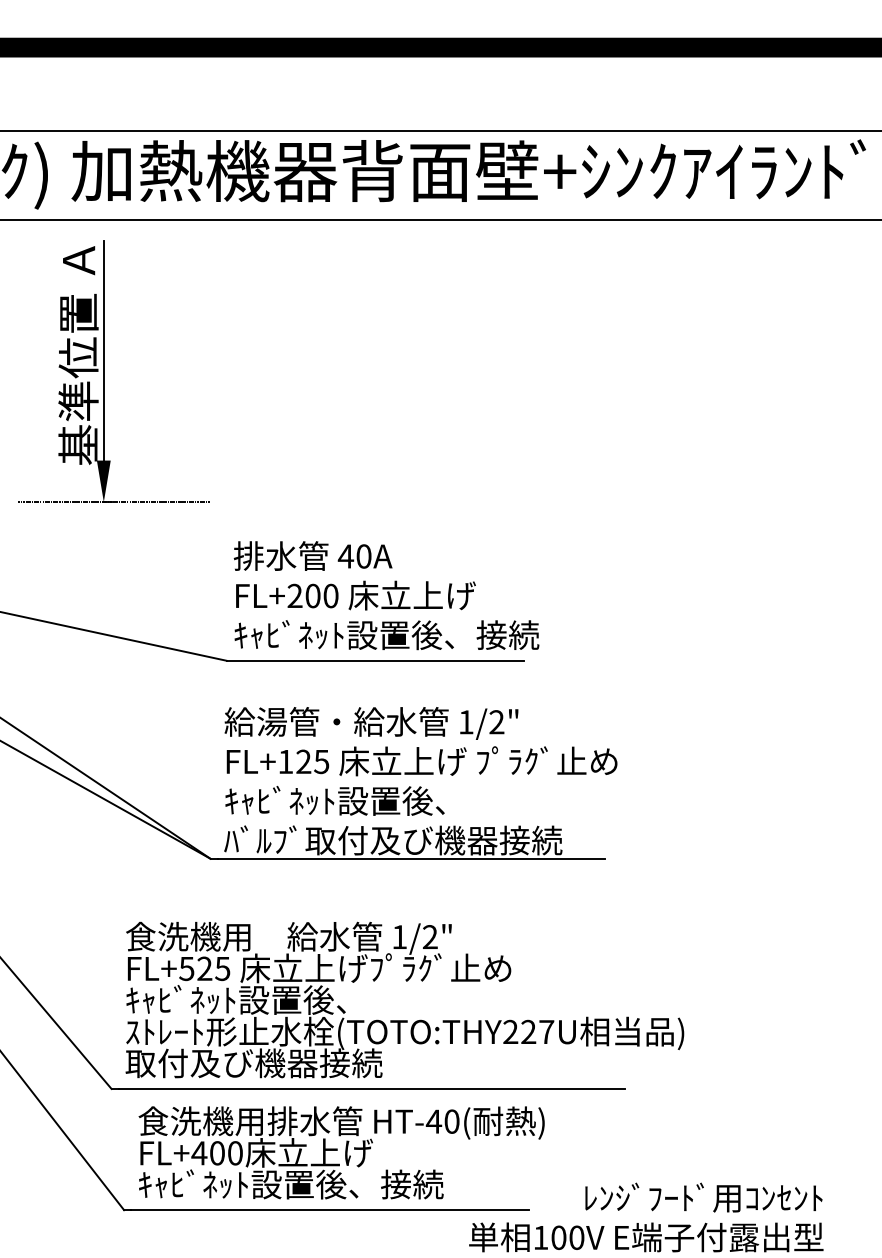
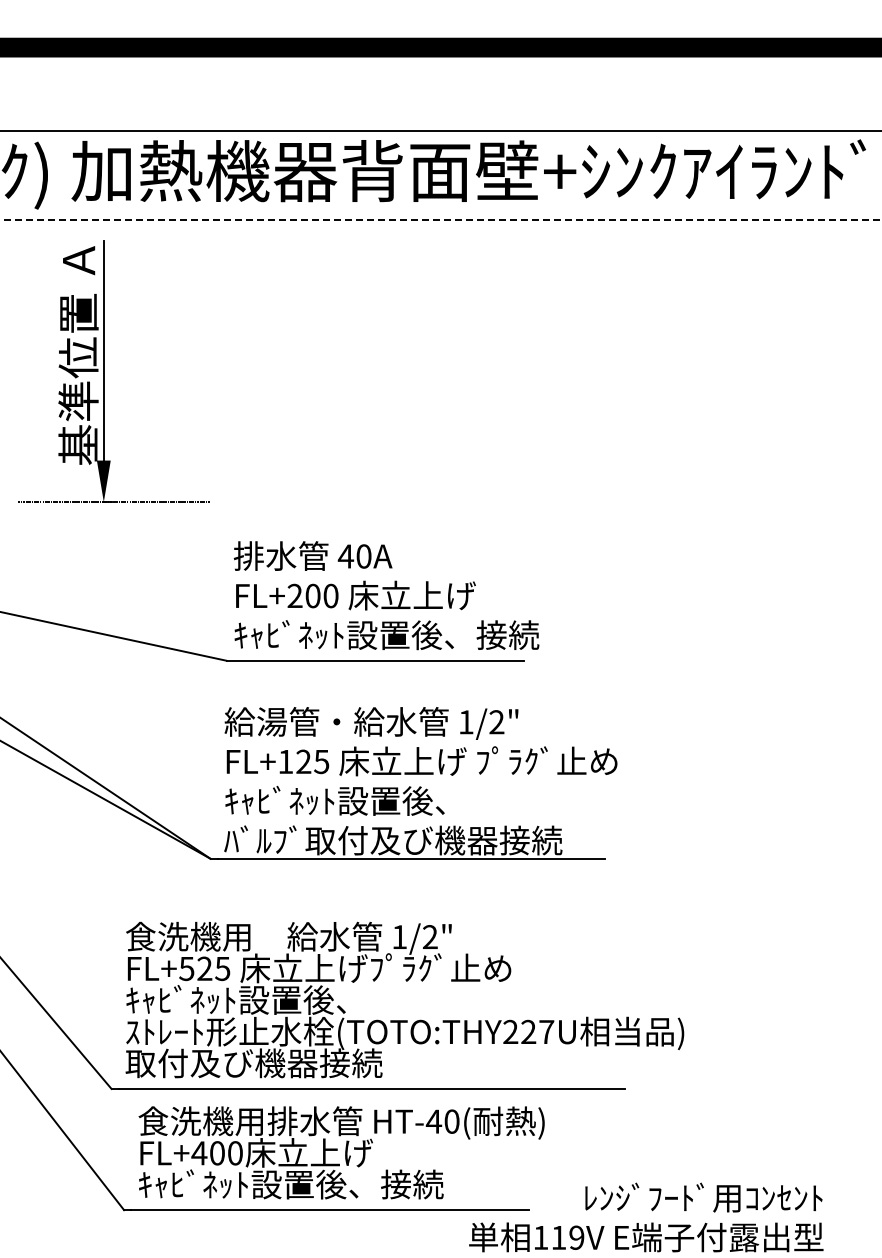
line at (441, 220): solid -> dashed
text at (567, 1237): 100V -> 119V
